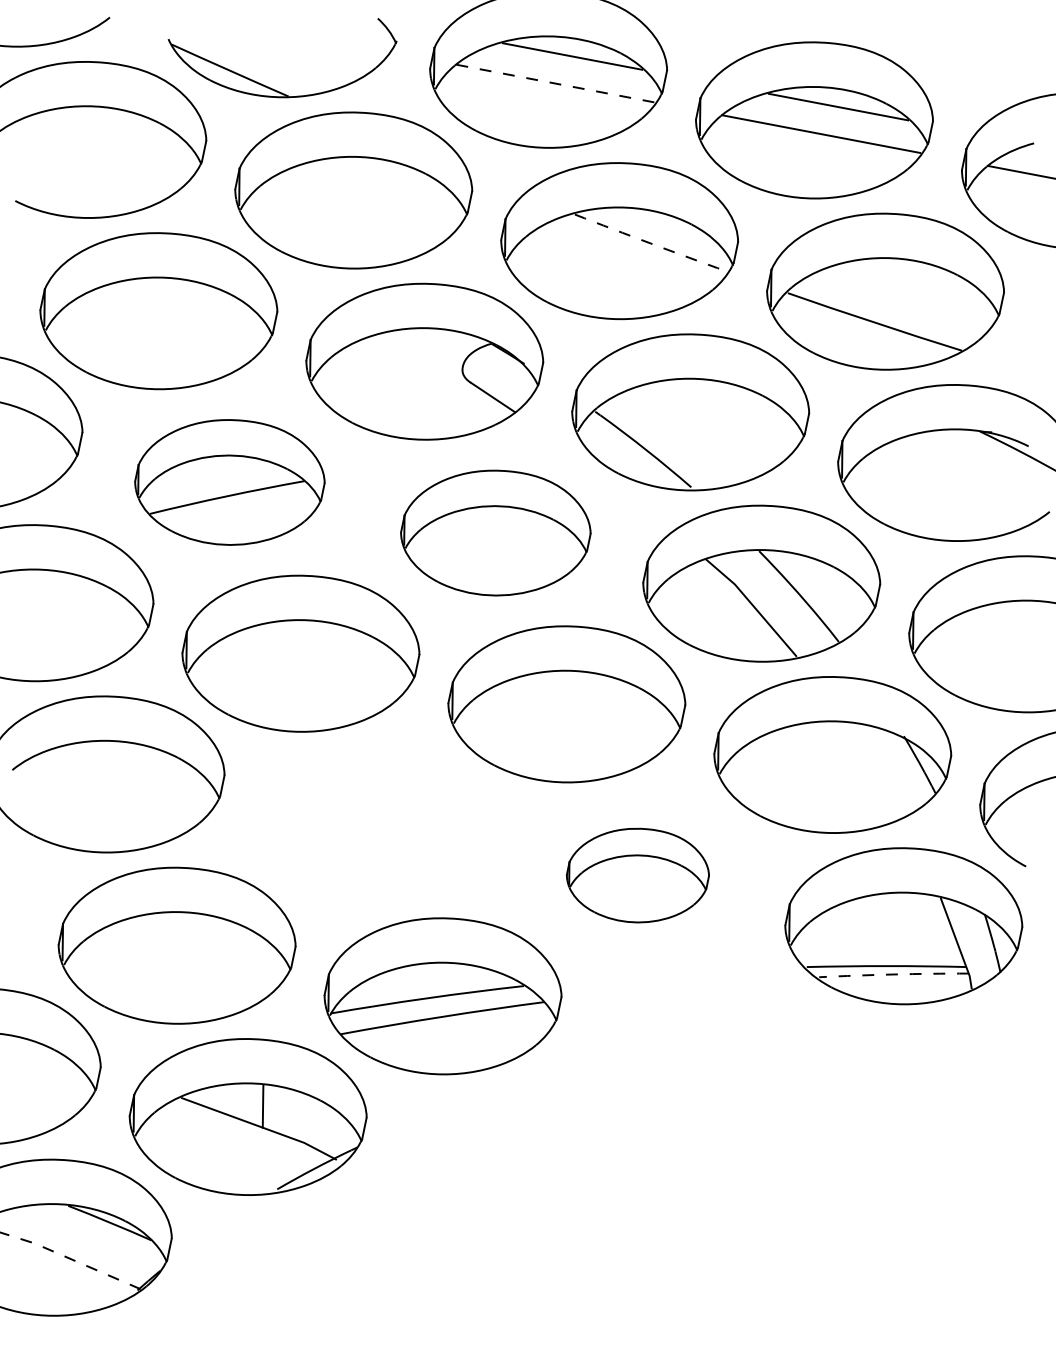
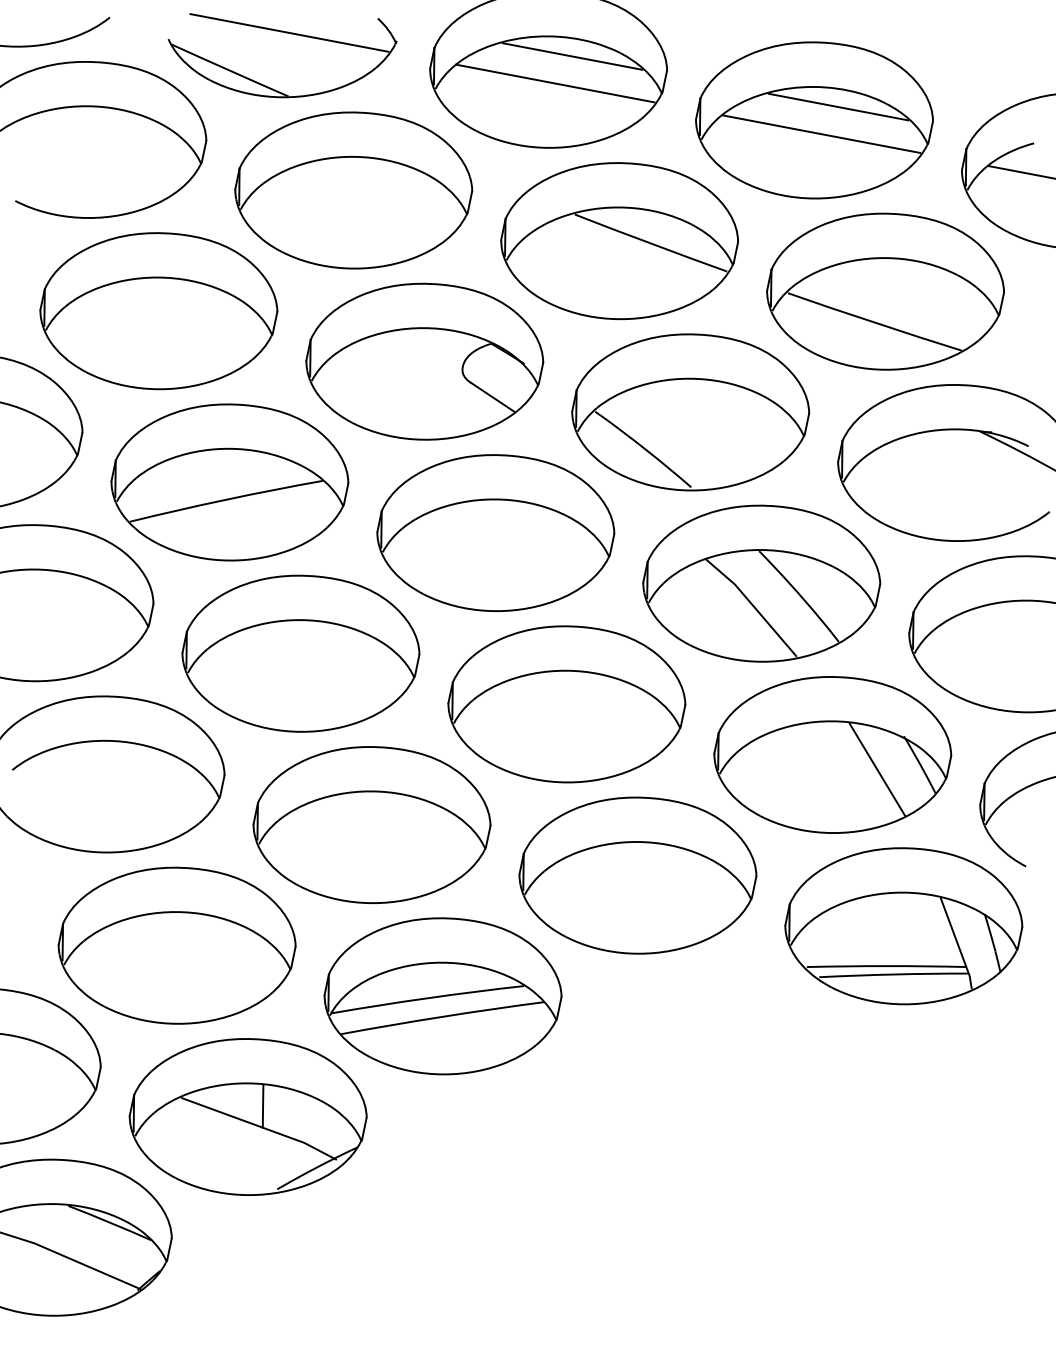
line at (289, 32): none -> present
line at (555, 83): dashed -> solid
arc at (650, 243): dashed -> solid
part at (229, 482) size: 192x127 px -> 240x159 px
part at (495, 532) size: 192x128 px -> 240x158 px
line at (876, 769): none -> present
part at (371, 824): none -> present
part at (637, 875) size: 145x97 px -> 240x159 px
arc at (894, 974): dashed -> solid
line at (70, 1259): dashed -> solid
